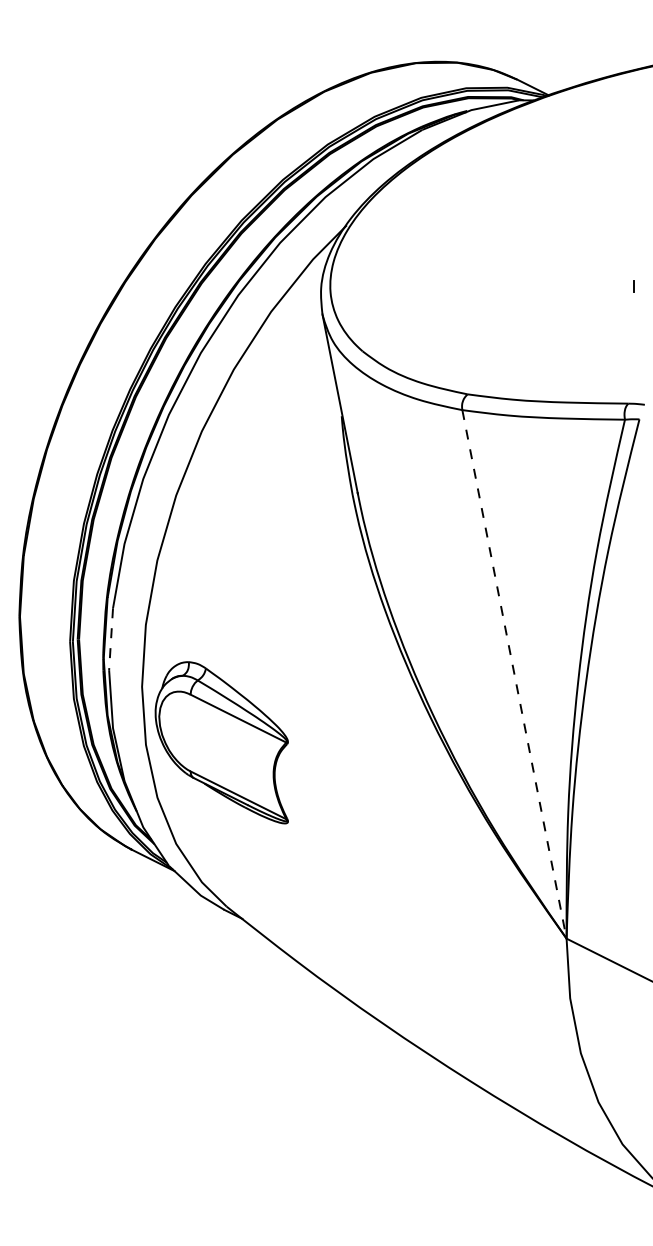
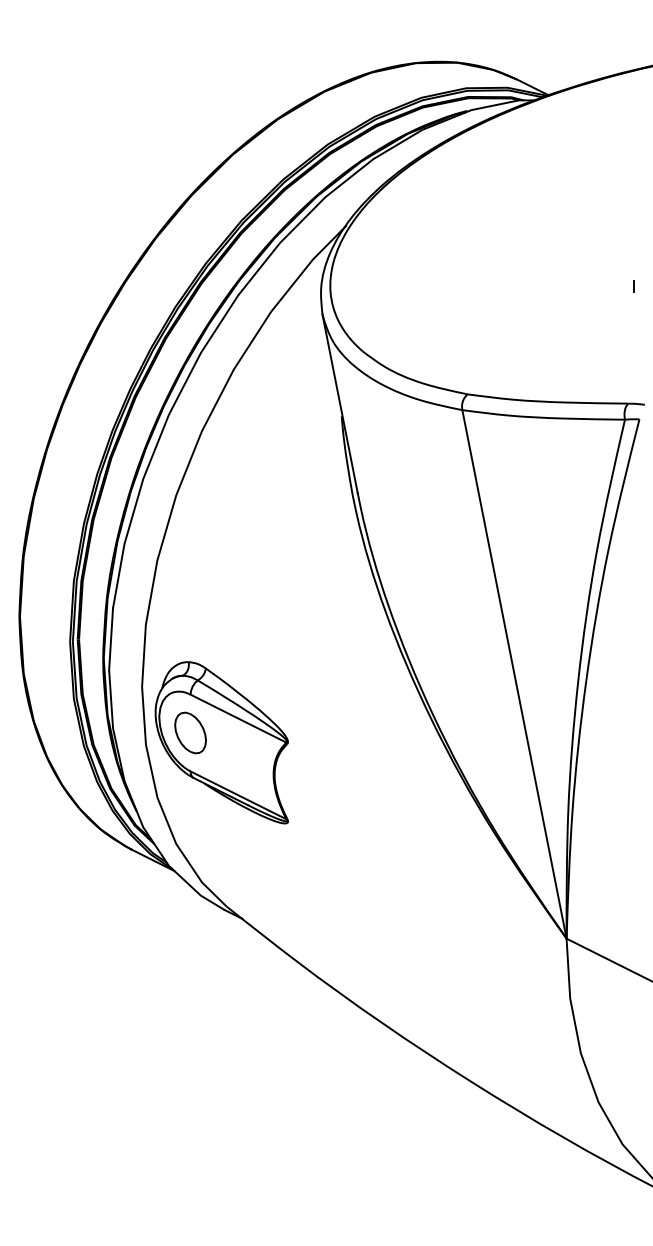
line at (111, 639): dashed -> solid
line at (514, 674): dashed -> solid
part at (190, 732): none -> present
